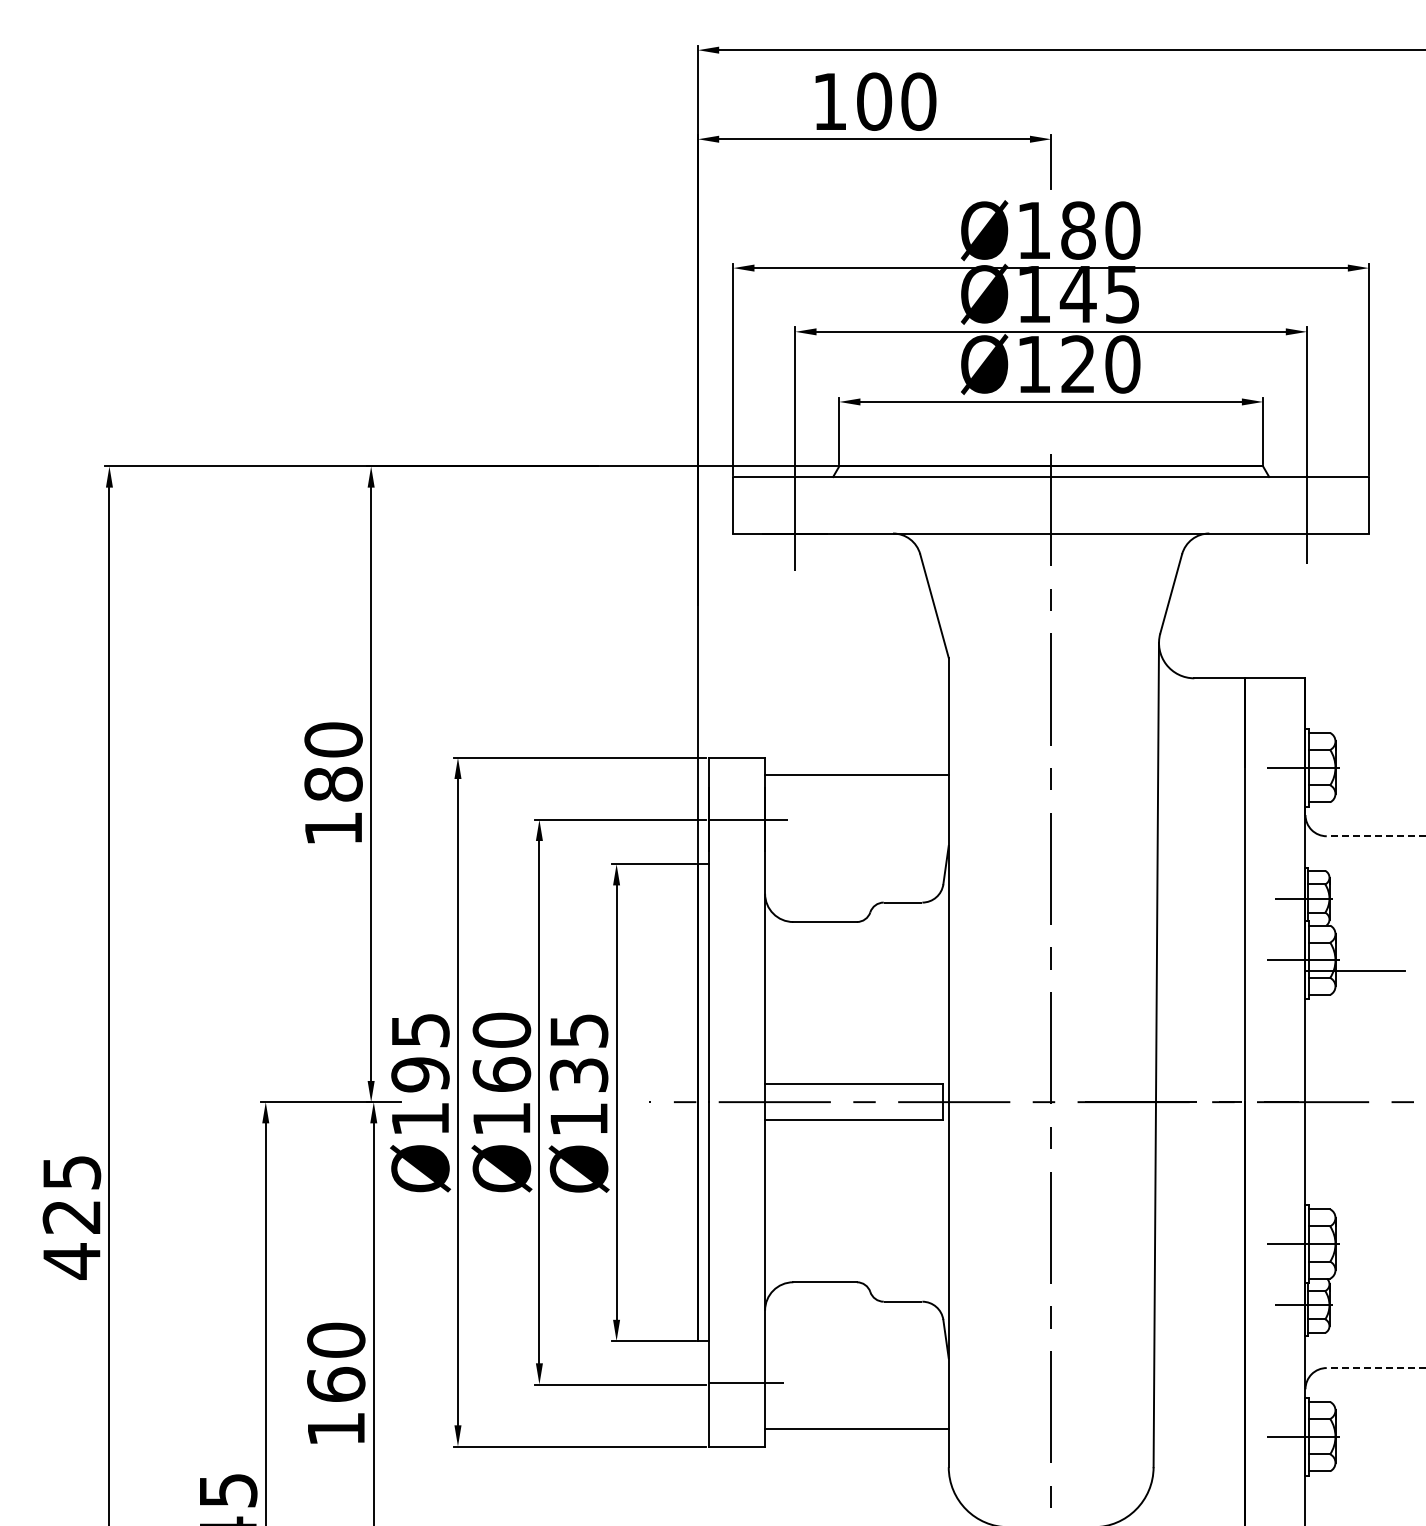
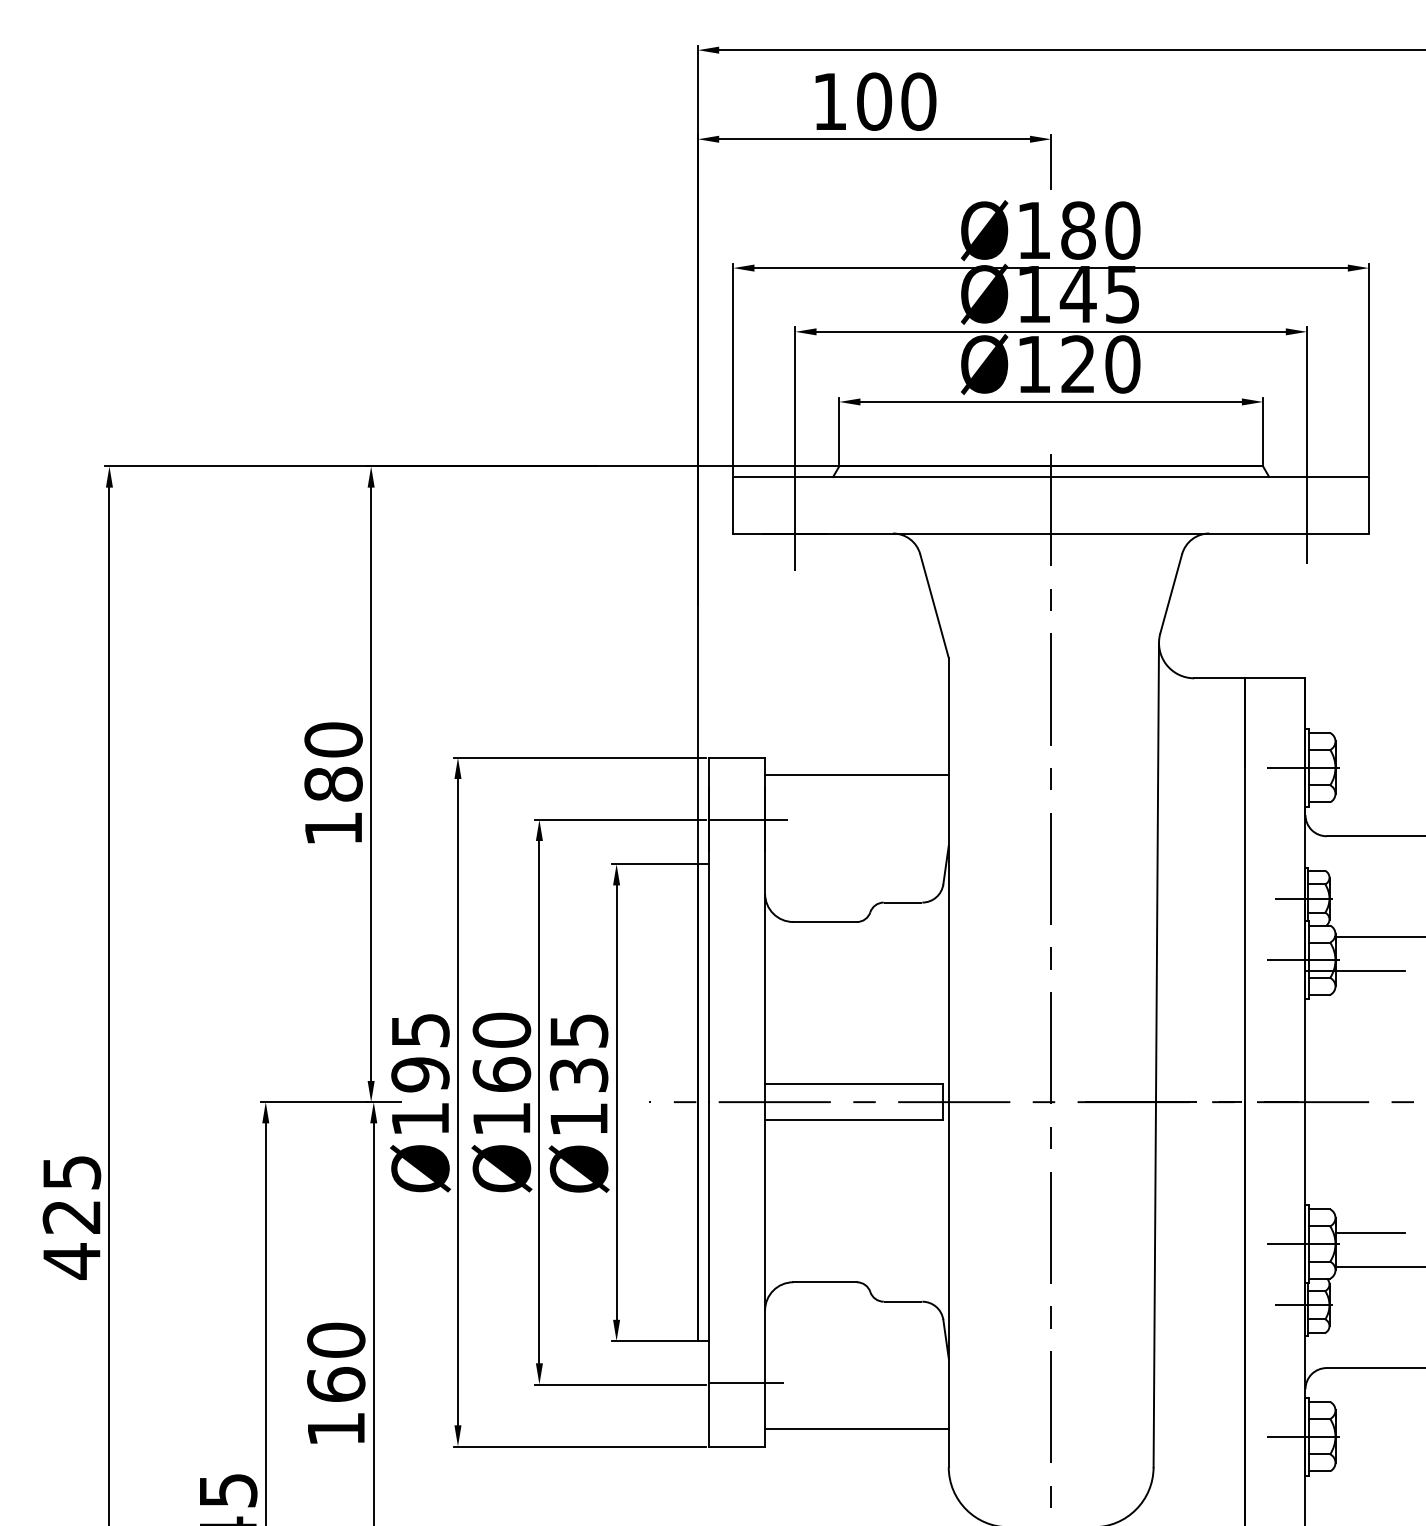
line at (1375, 836): dashed -> solid
line at (1378, 936): none -> present
line at (1369, 1232): none -> present
line at (1378, 1267): none -> present
line at (1375, 1368): dashed -> solid
